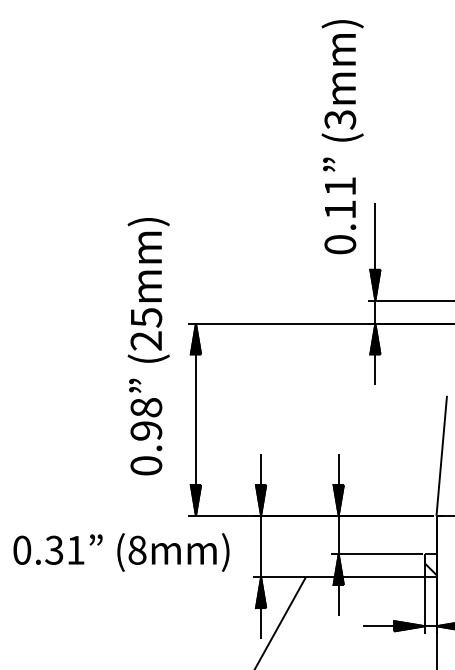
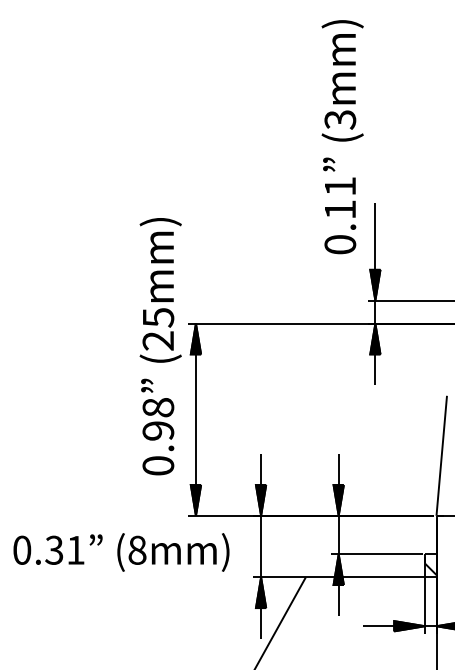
text at (148, 346) position: (148, 346) -> (160, 346)
